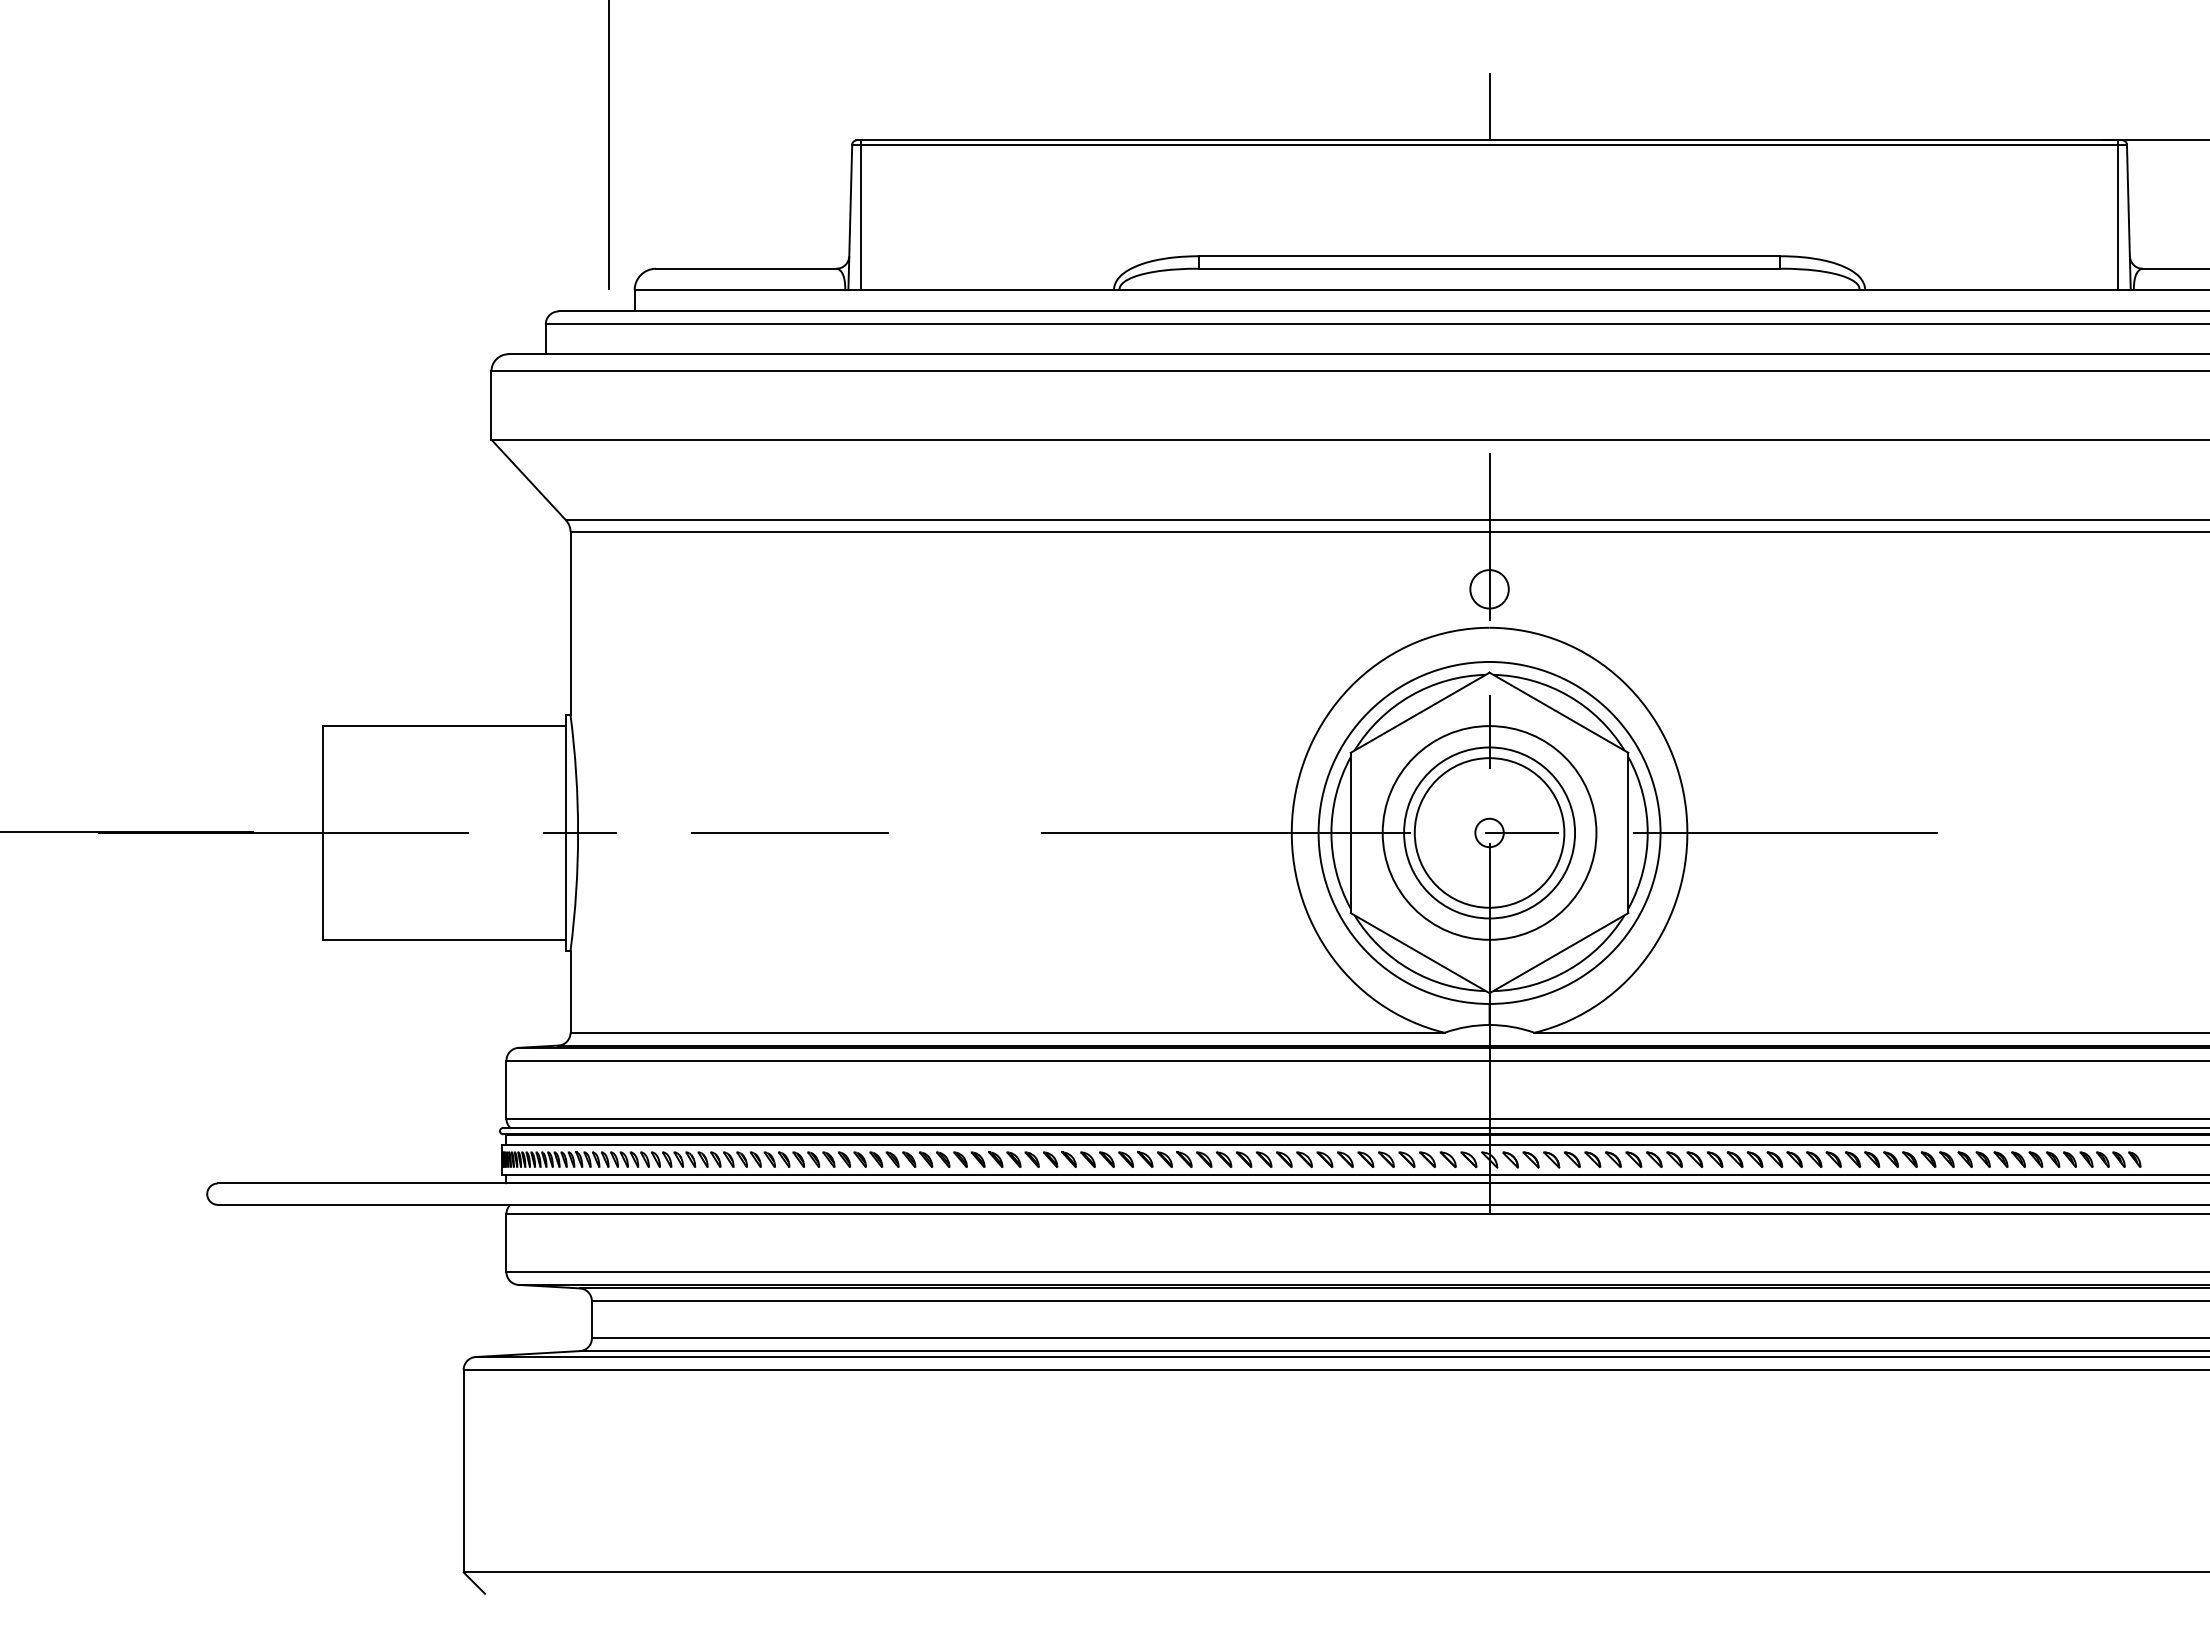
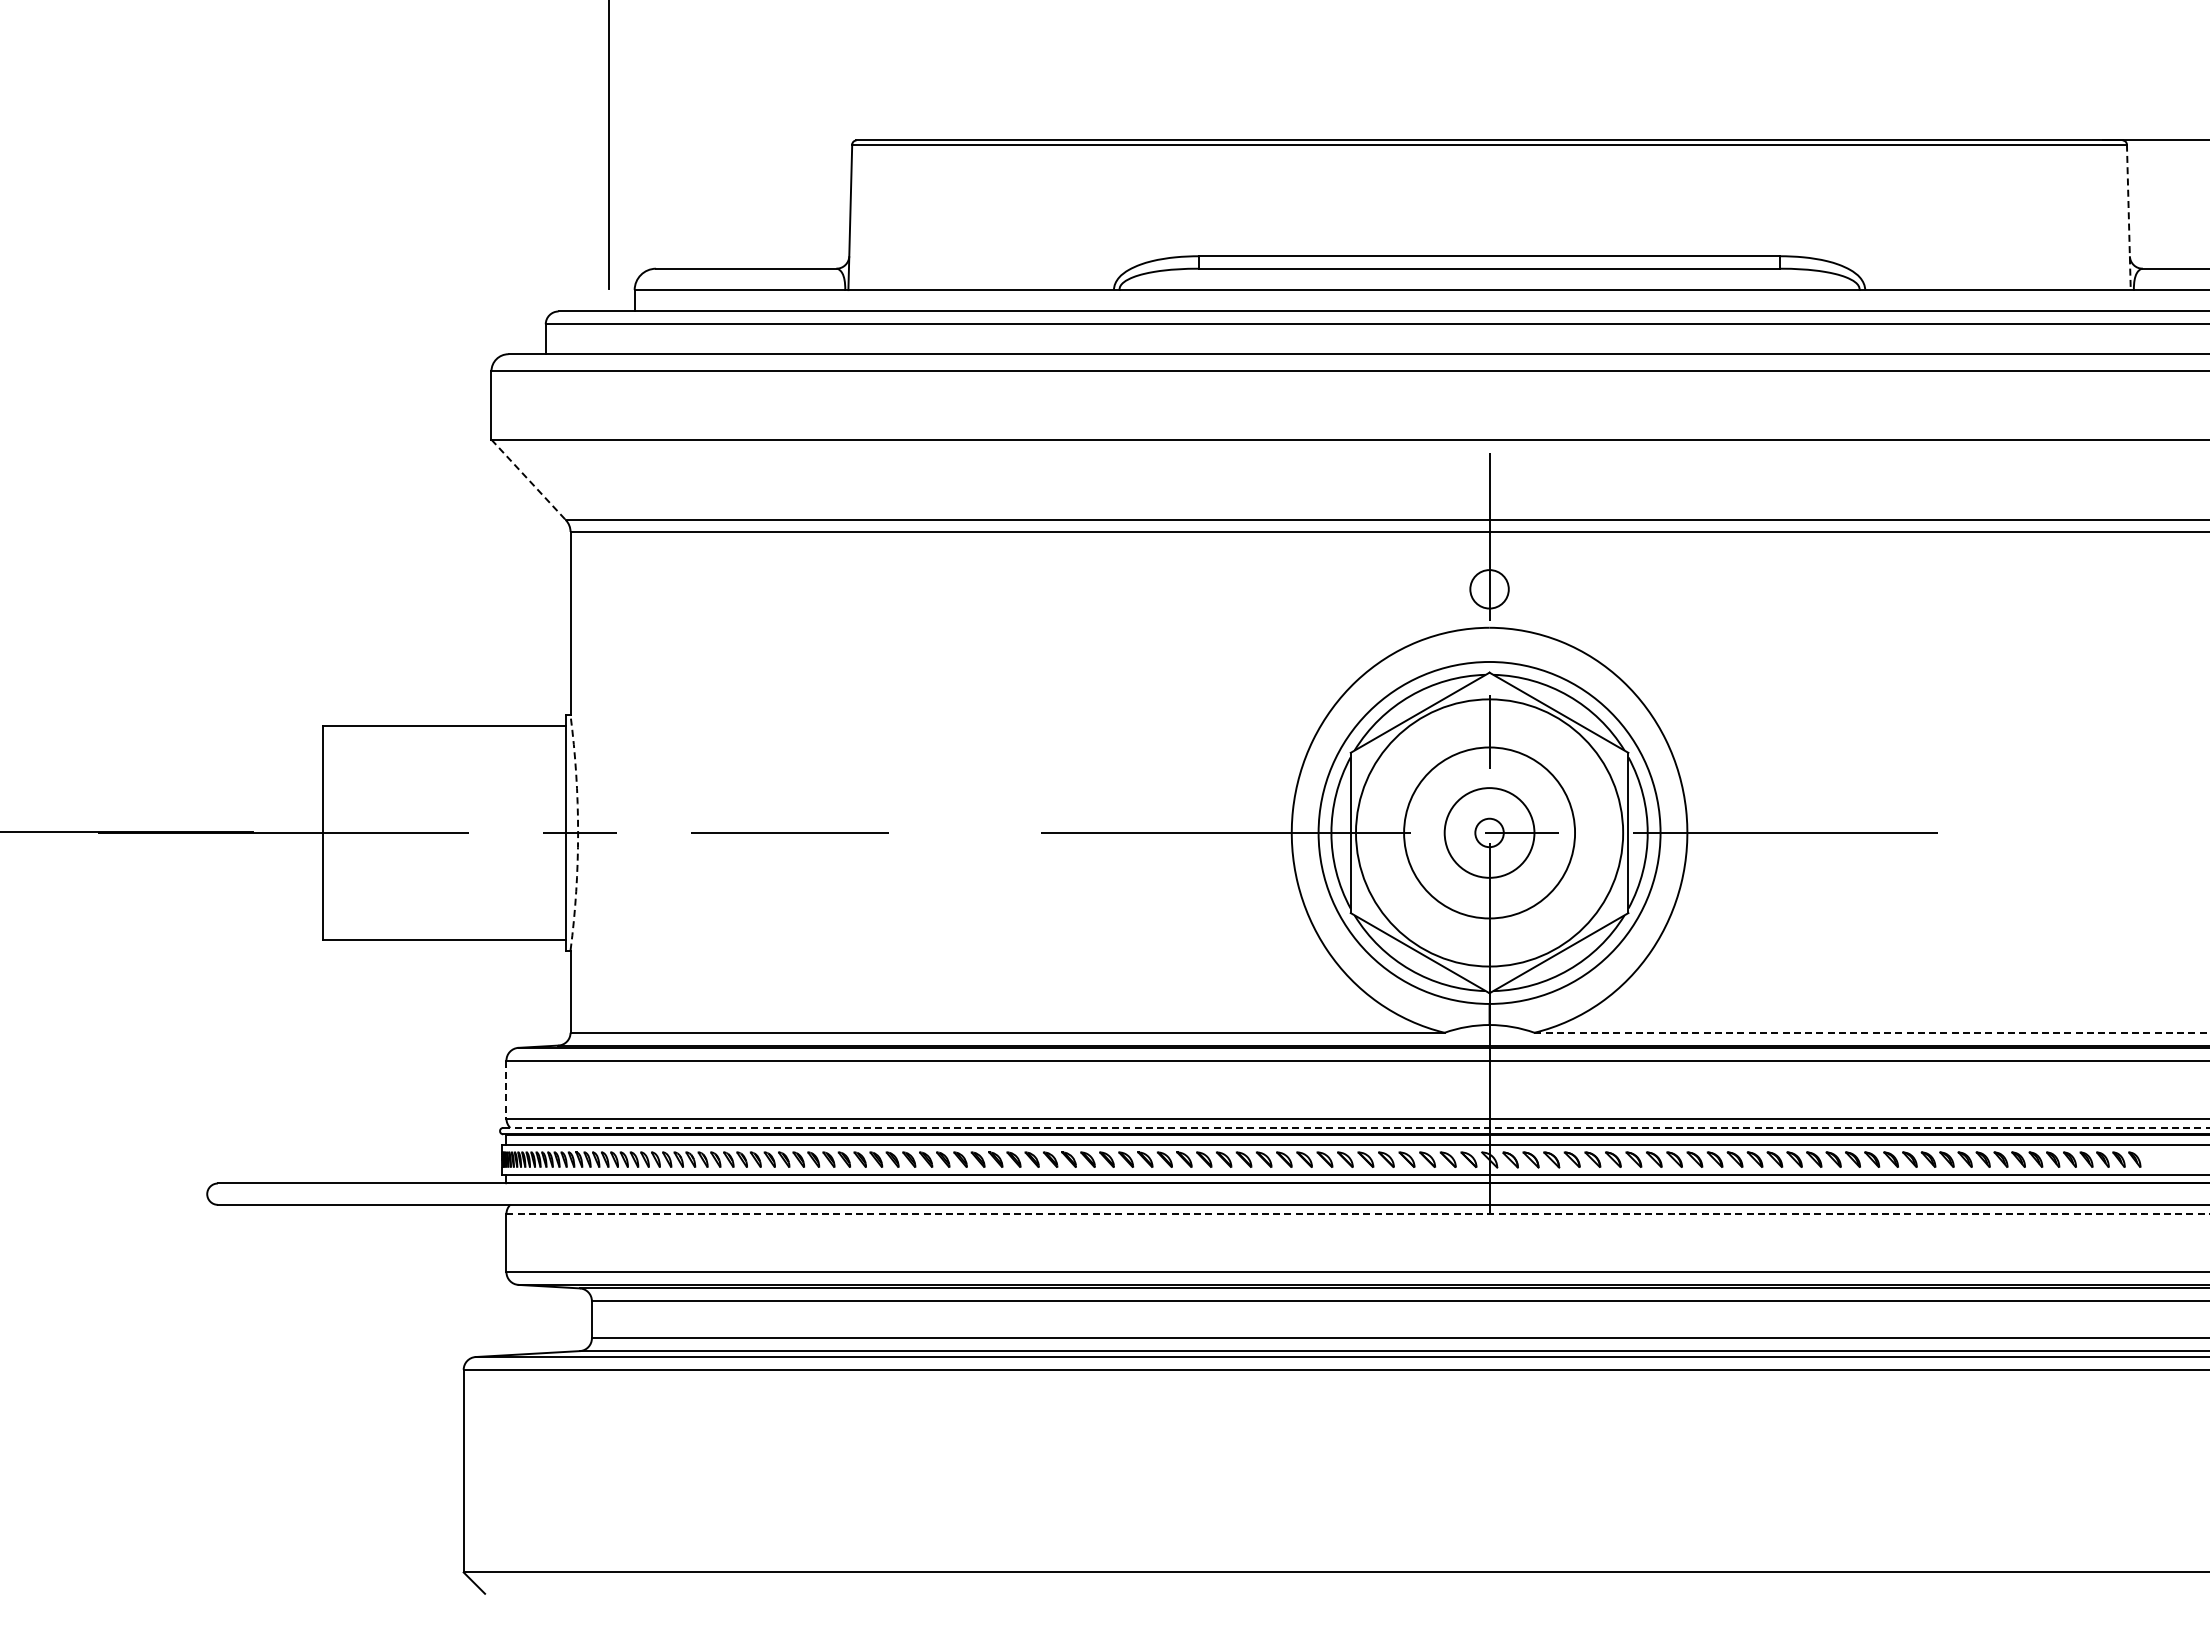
line at (1489, 106): present -> none
line at (861, 215): present -> none
line at (2117, 215): present -> none
line at (2128, 217): solid -> dashed
line at (528, 480): solid -> dashed
arc at (578, 832): solid -> dashed
circle at (1489, 832) diameter: 150 px -> 90 px
circle at (1489, 832) diameter: 214 px -> 267 px
line at (1872, 1032): solid -> dashed
line at (506, 1090): solid -> dashed
line at (1357, 1127): solid -> dashed
line at (1358, 1214): solid -> dashed
